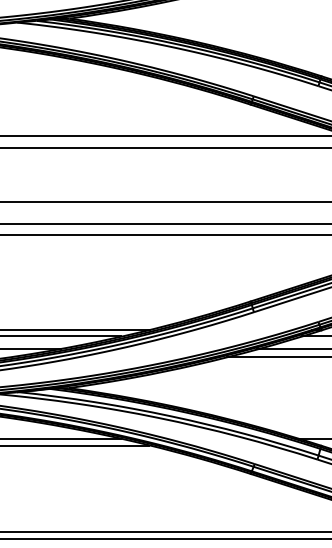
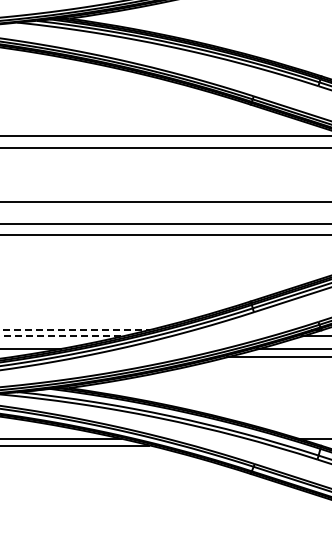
line at (75, 329): solid -> dashed
line at (60, 336): solid -> dashed
line at (165, 531): present -> none
line at (165, 539): present -> none
